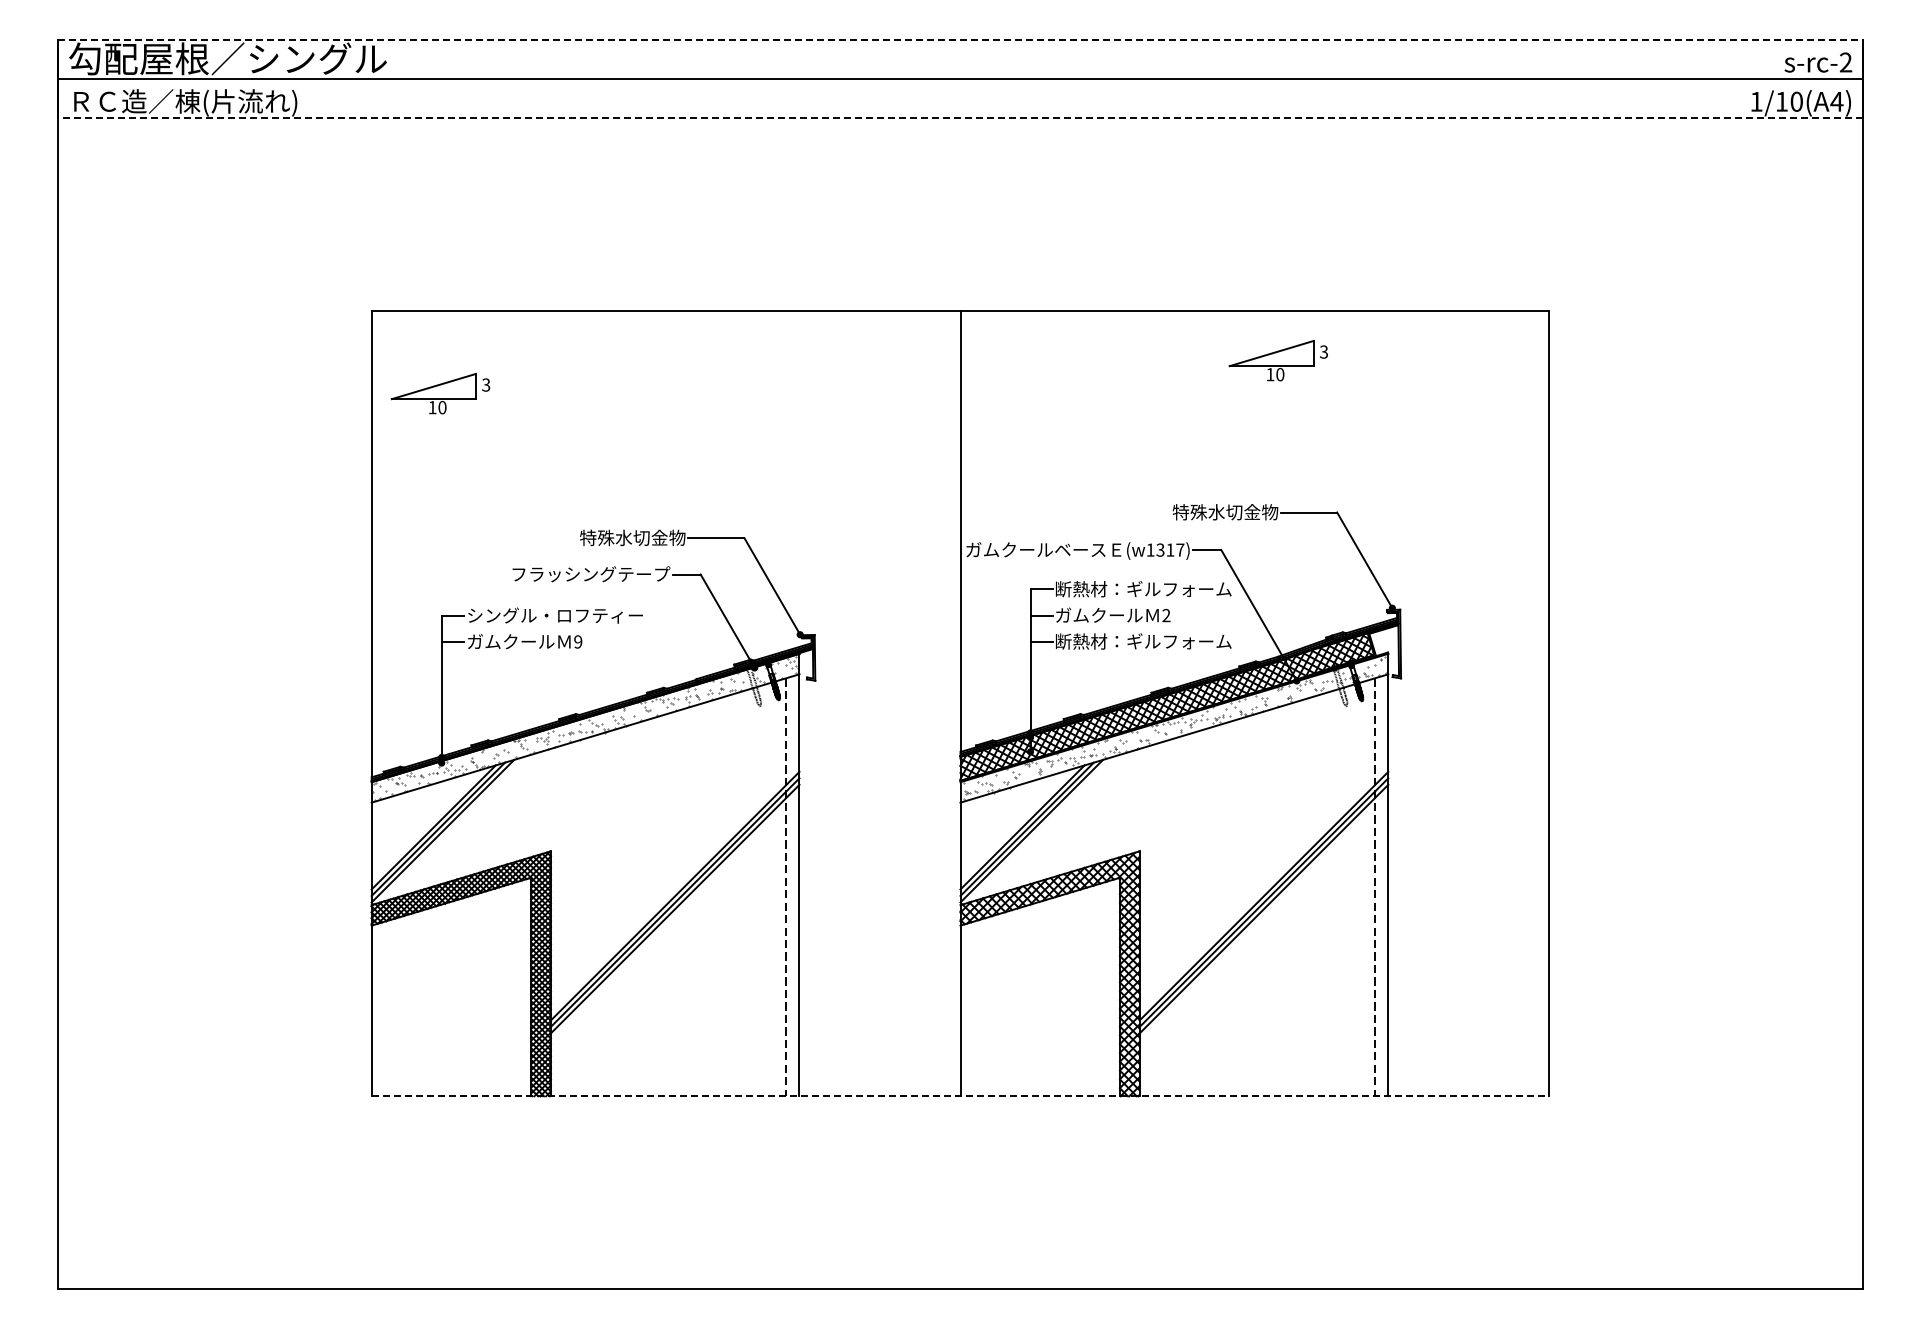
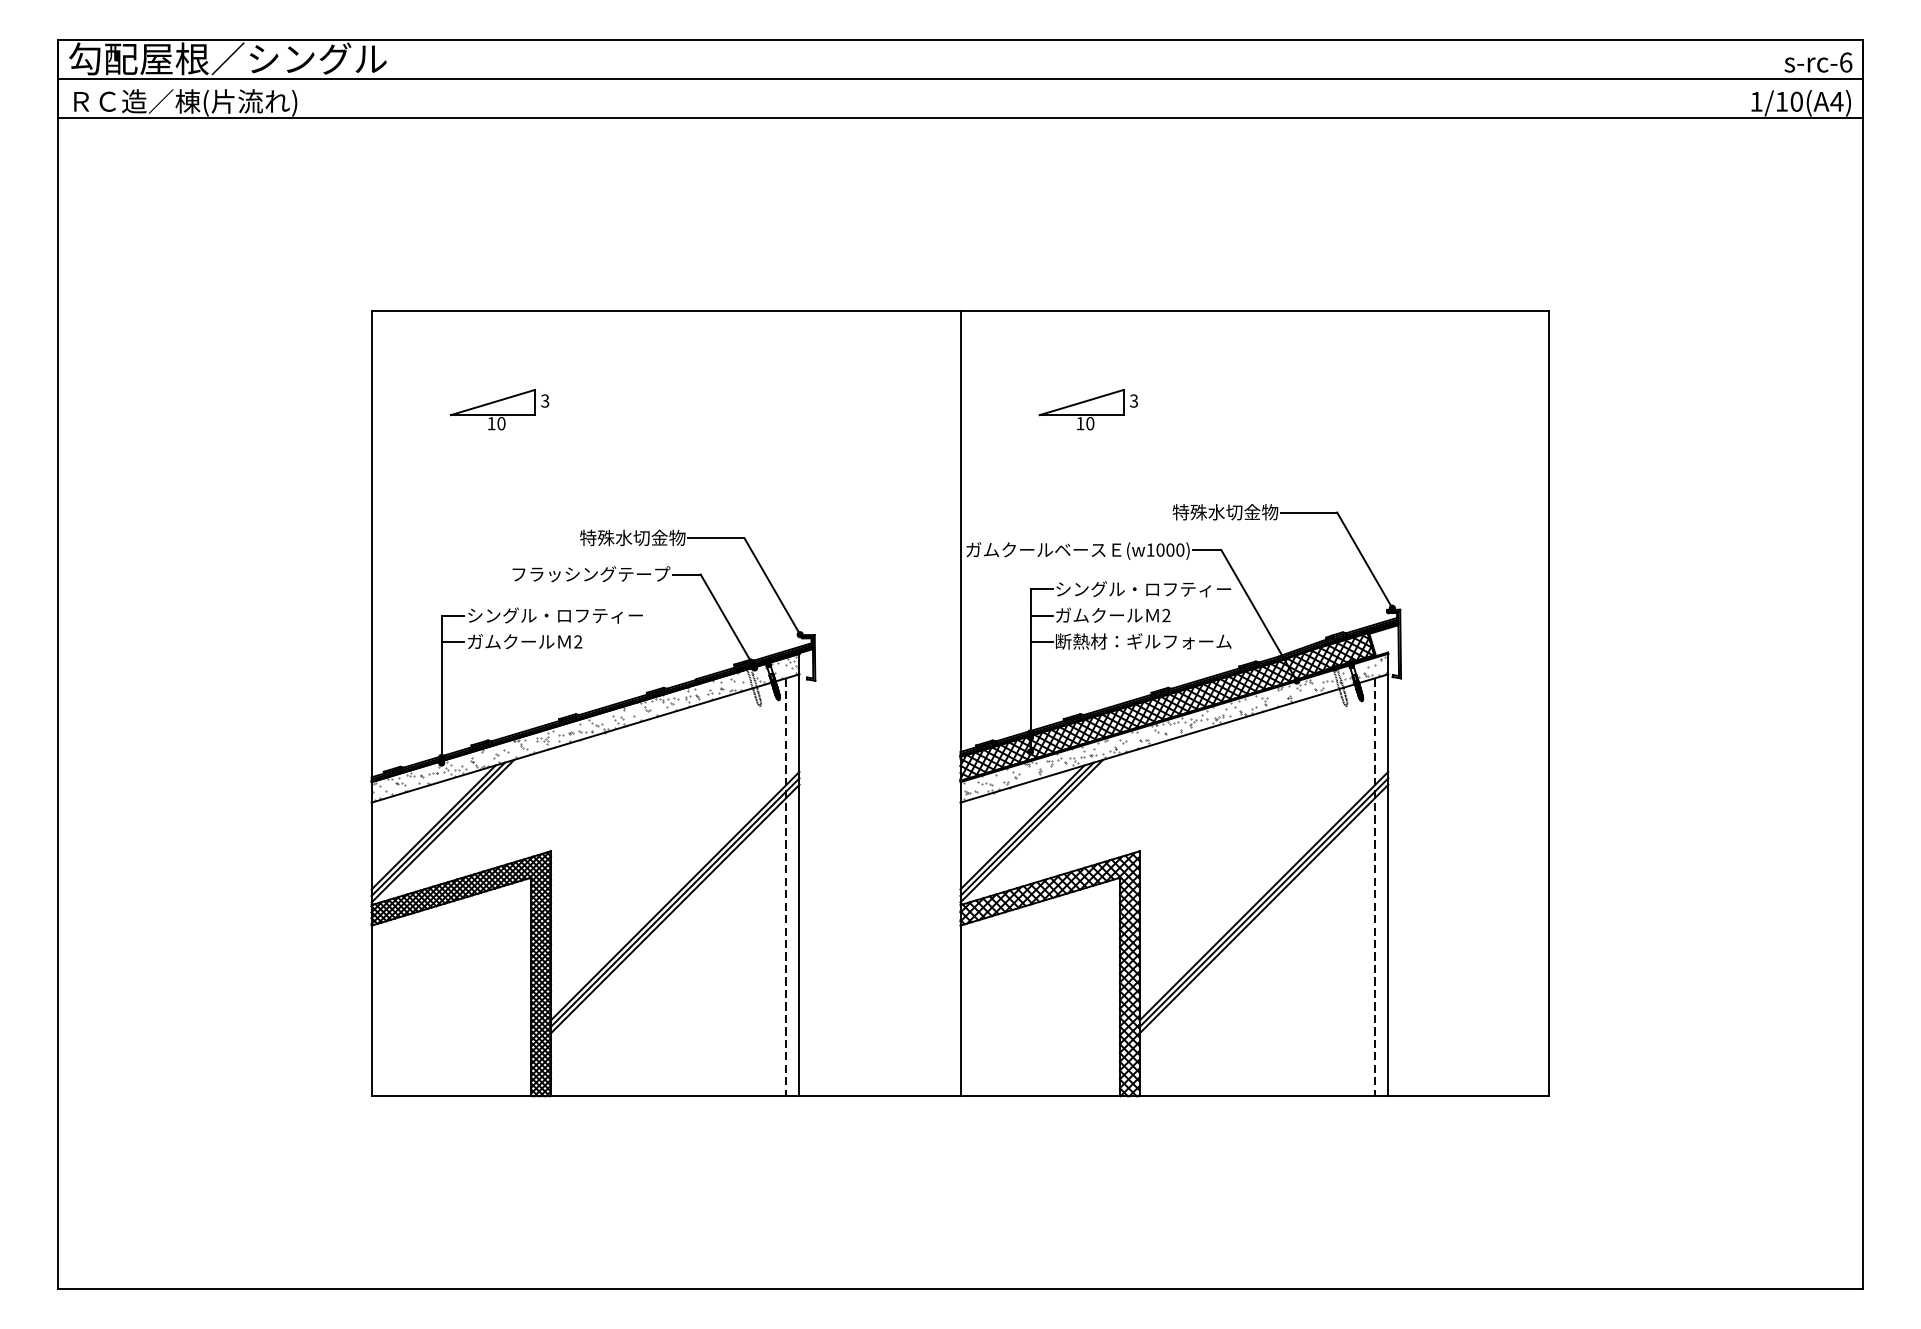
line at (960, 39): dashed -> solid
text at (1845, 62): s-rc-2 -> s-rc-6
line at (960, 118): dashed -> solid
part at (1277, 360) position: (1277, 360) -> (1087, 409)
part at (440, 393) position: (440, 393) -> (499, 409)
text at (1170, 549): (w1317) -> (w1000)
text at (1143, 589): 断熱材：ギルフォーム -> シングル・ロフティー
text at (578, 642): 9 -> 2
line at (960, 1096): dashed -> solid
